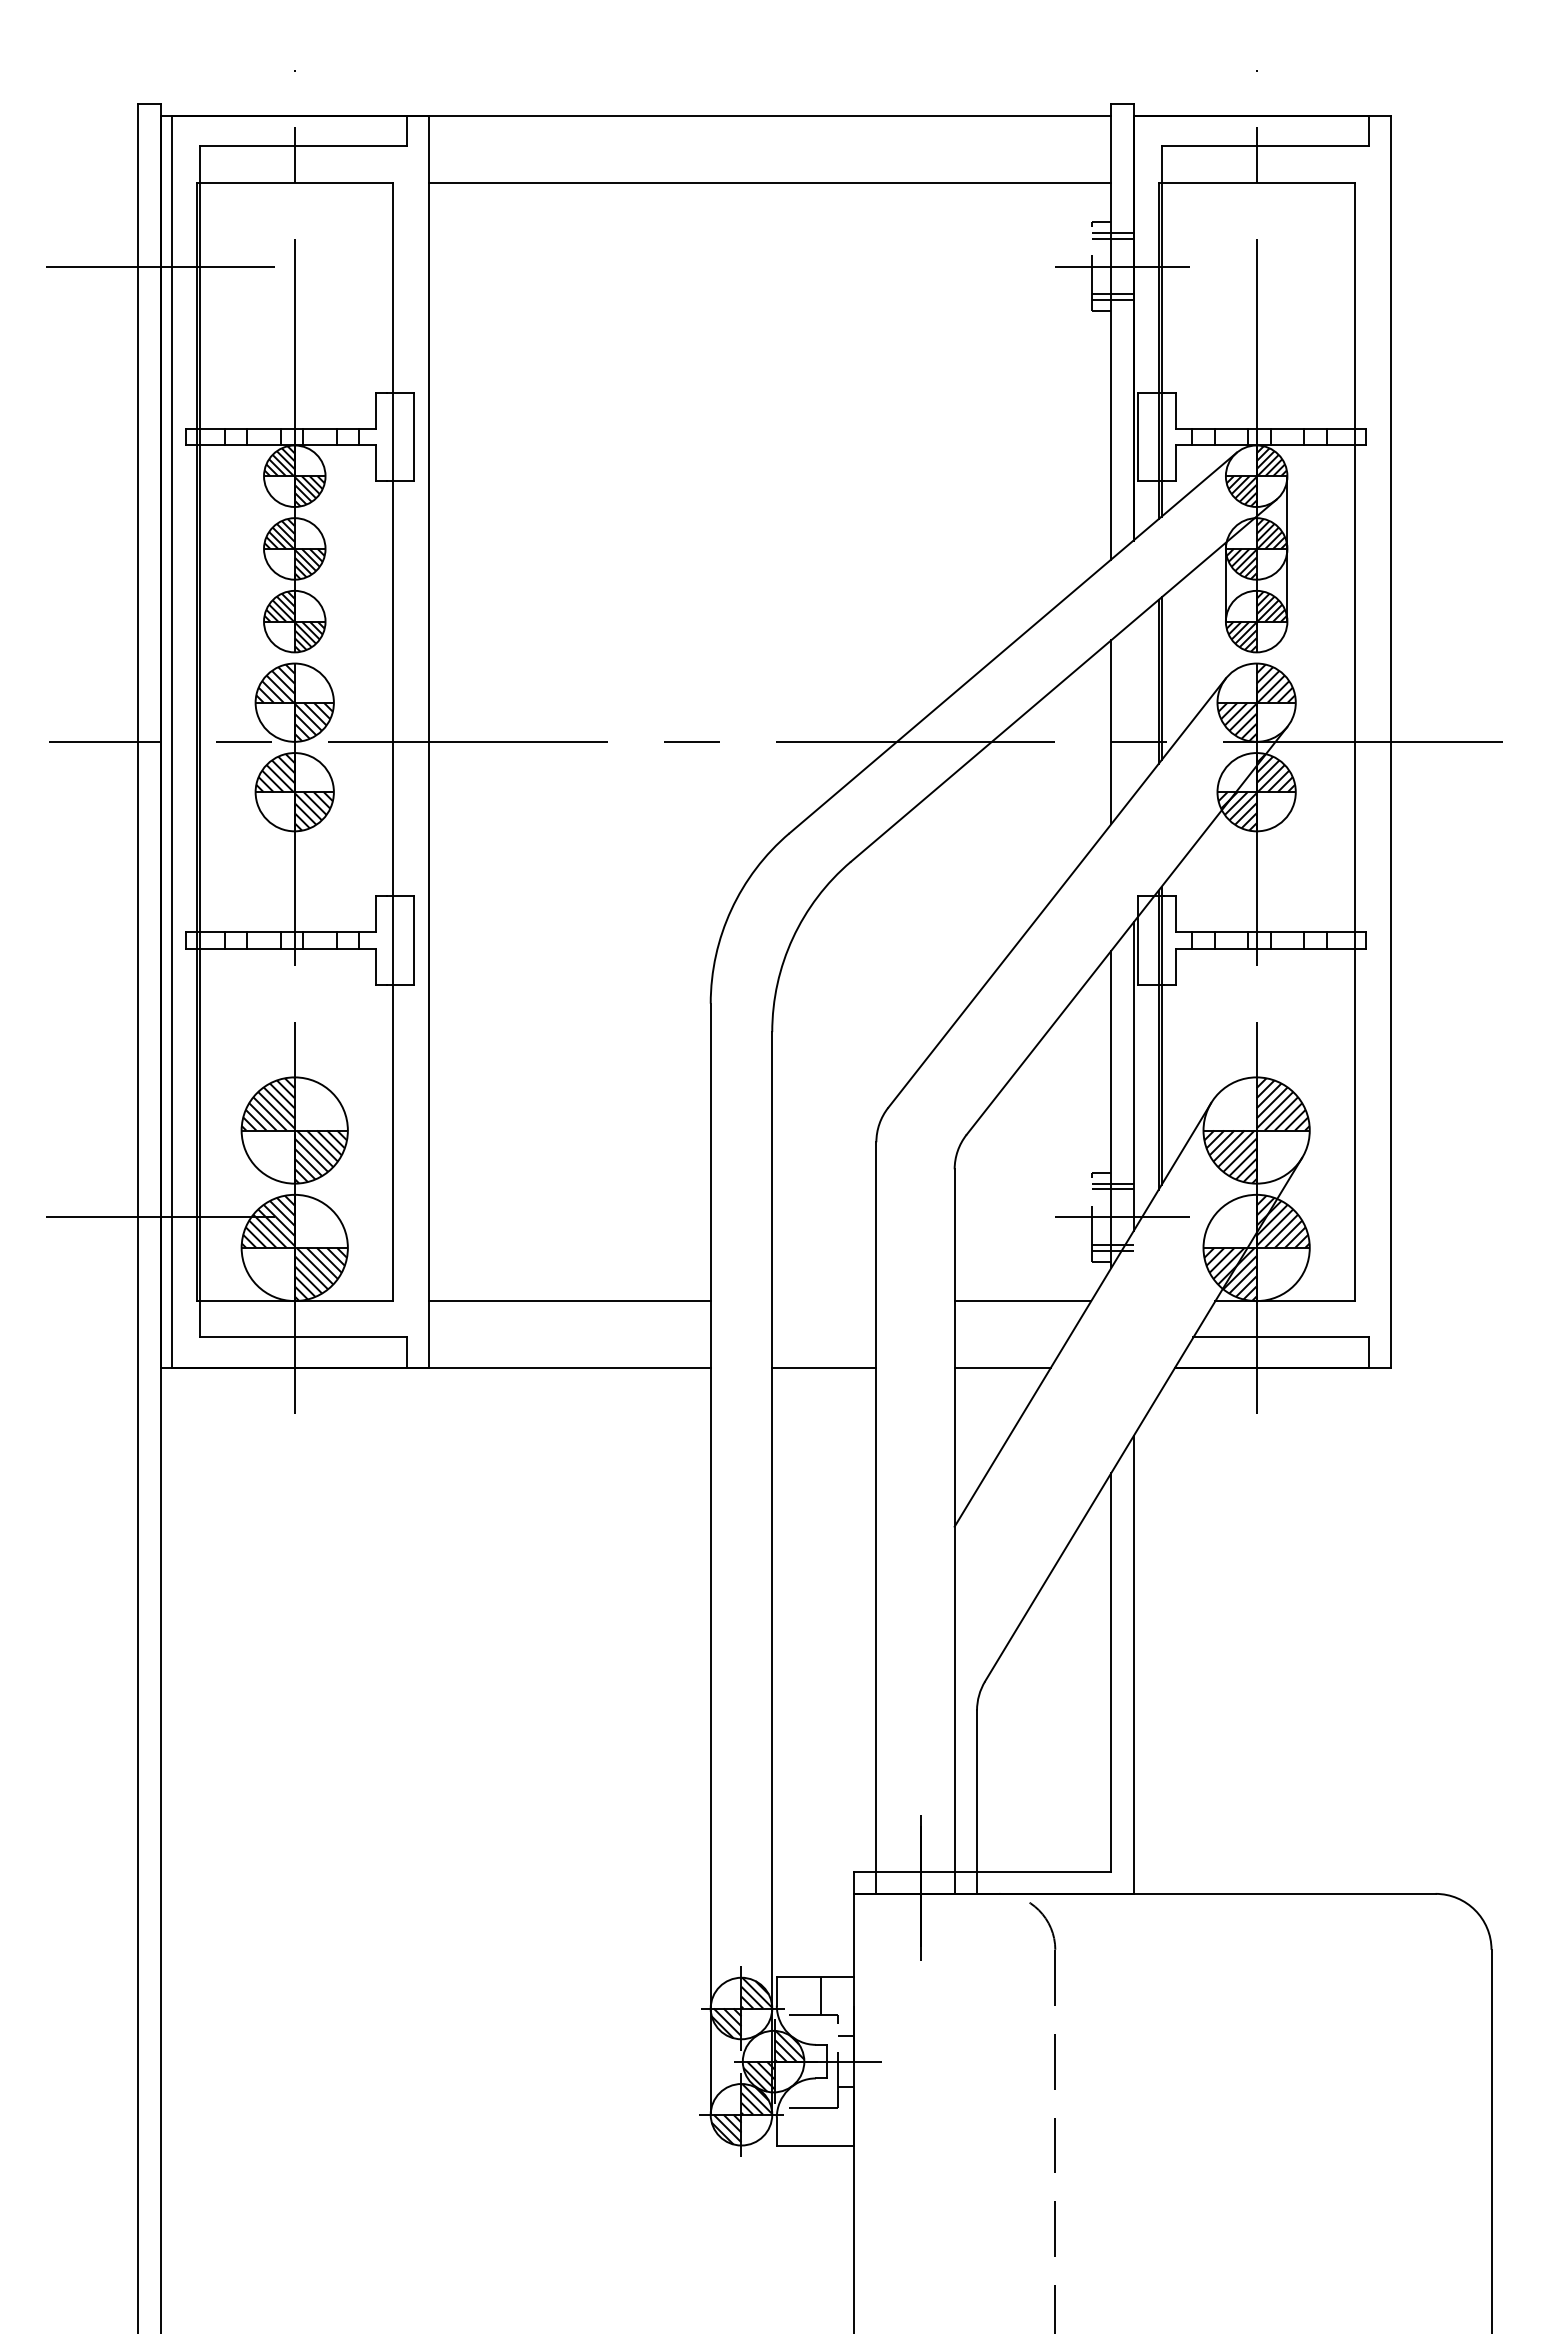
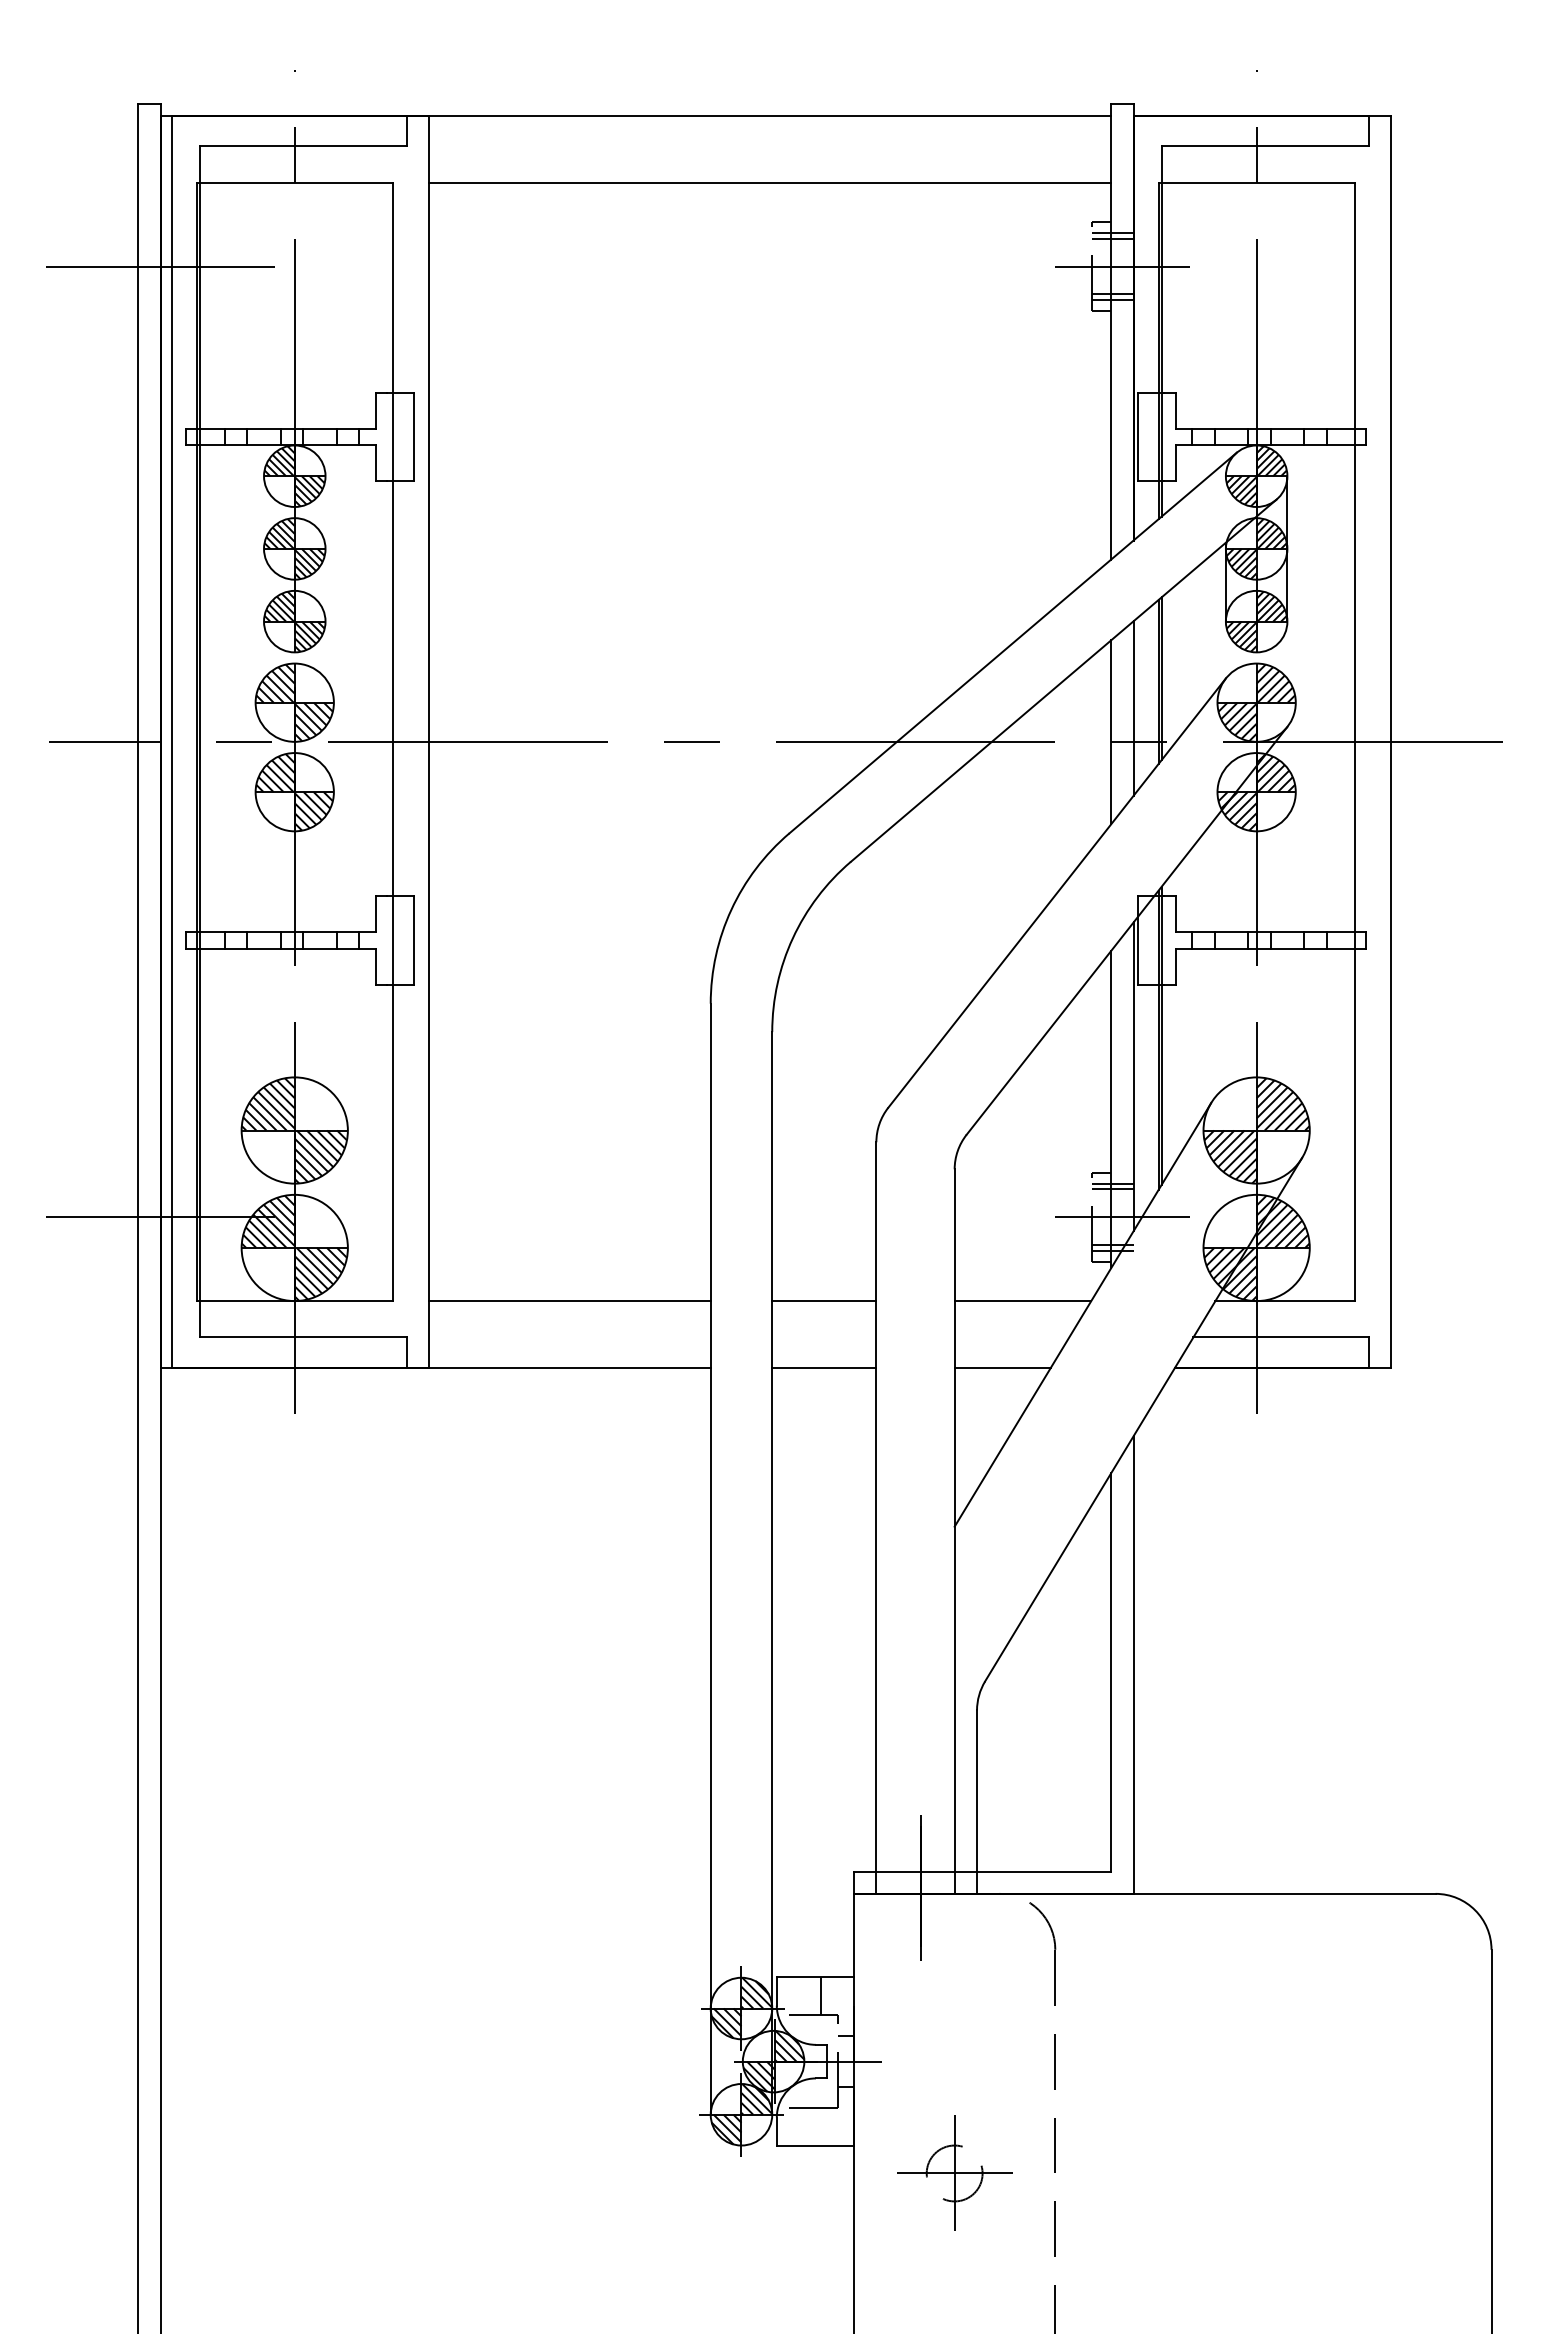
line at (1133, 708): none -> present
line at (824, 1301): none -> present
part at (954, 2172): none -> present
